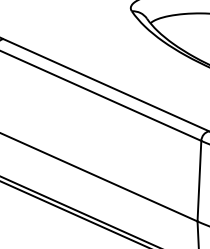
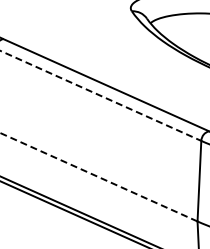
line at (101, 96): solid -> dashed
line at (99, 177): solid -> dashed
